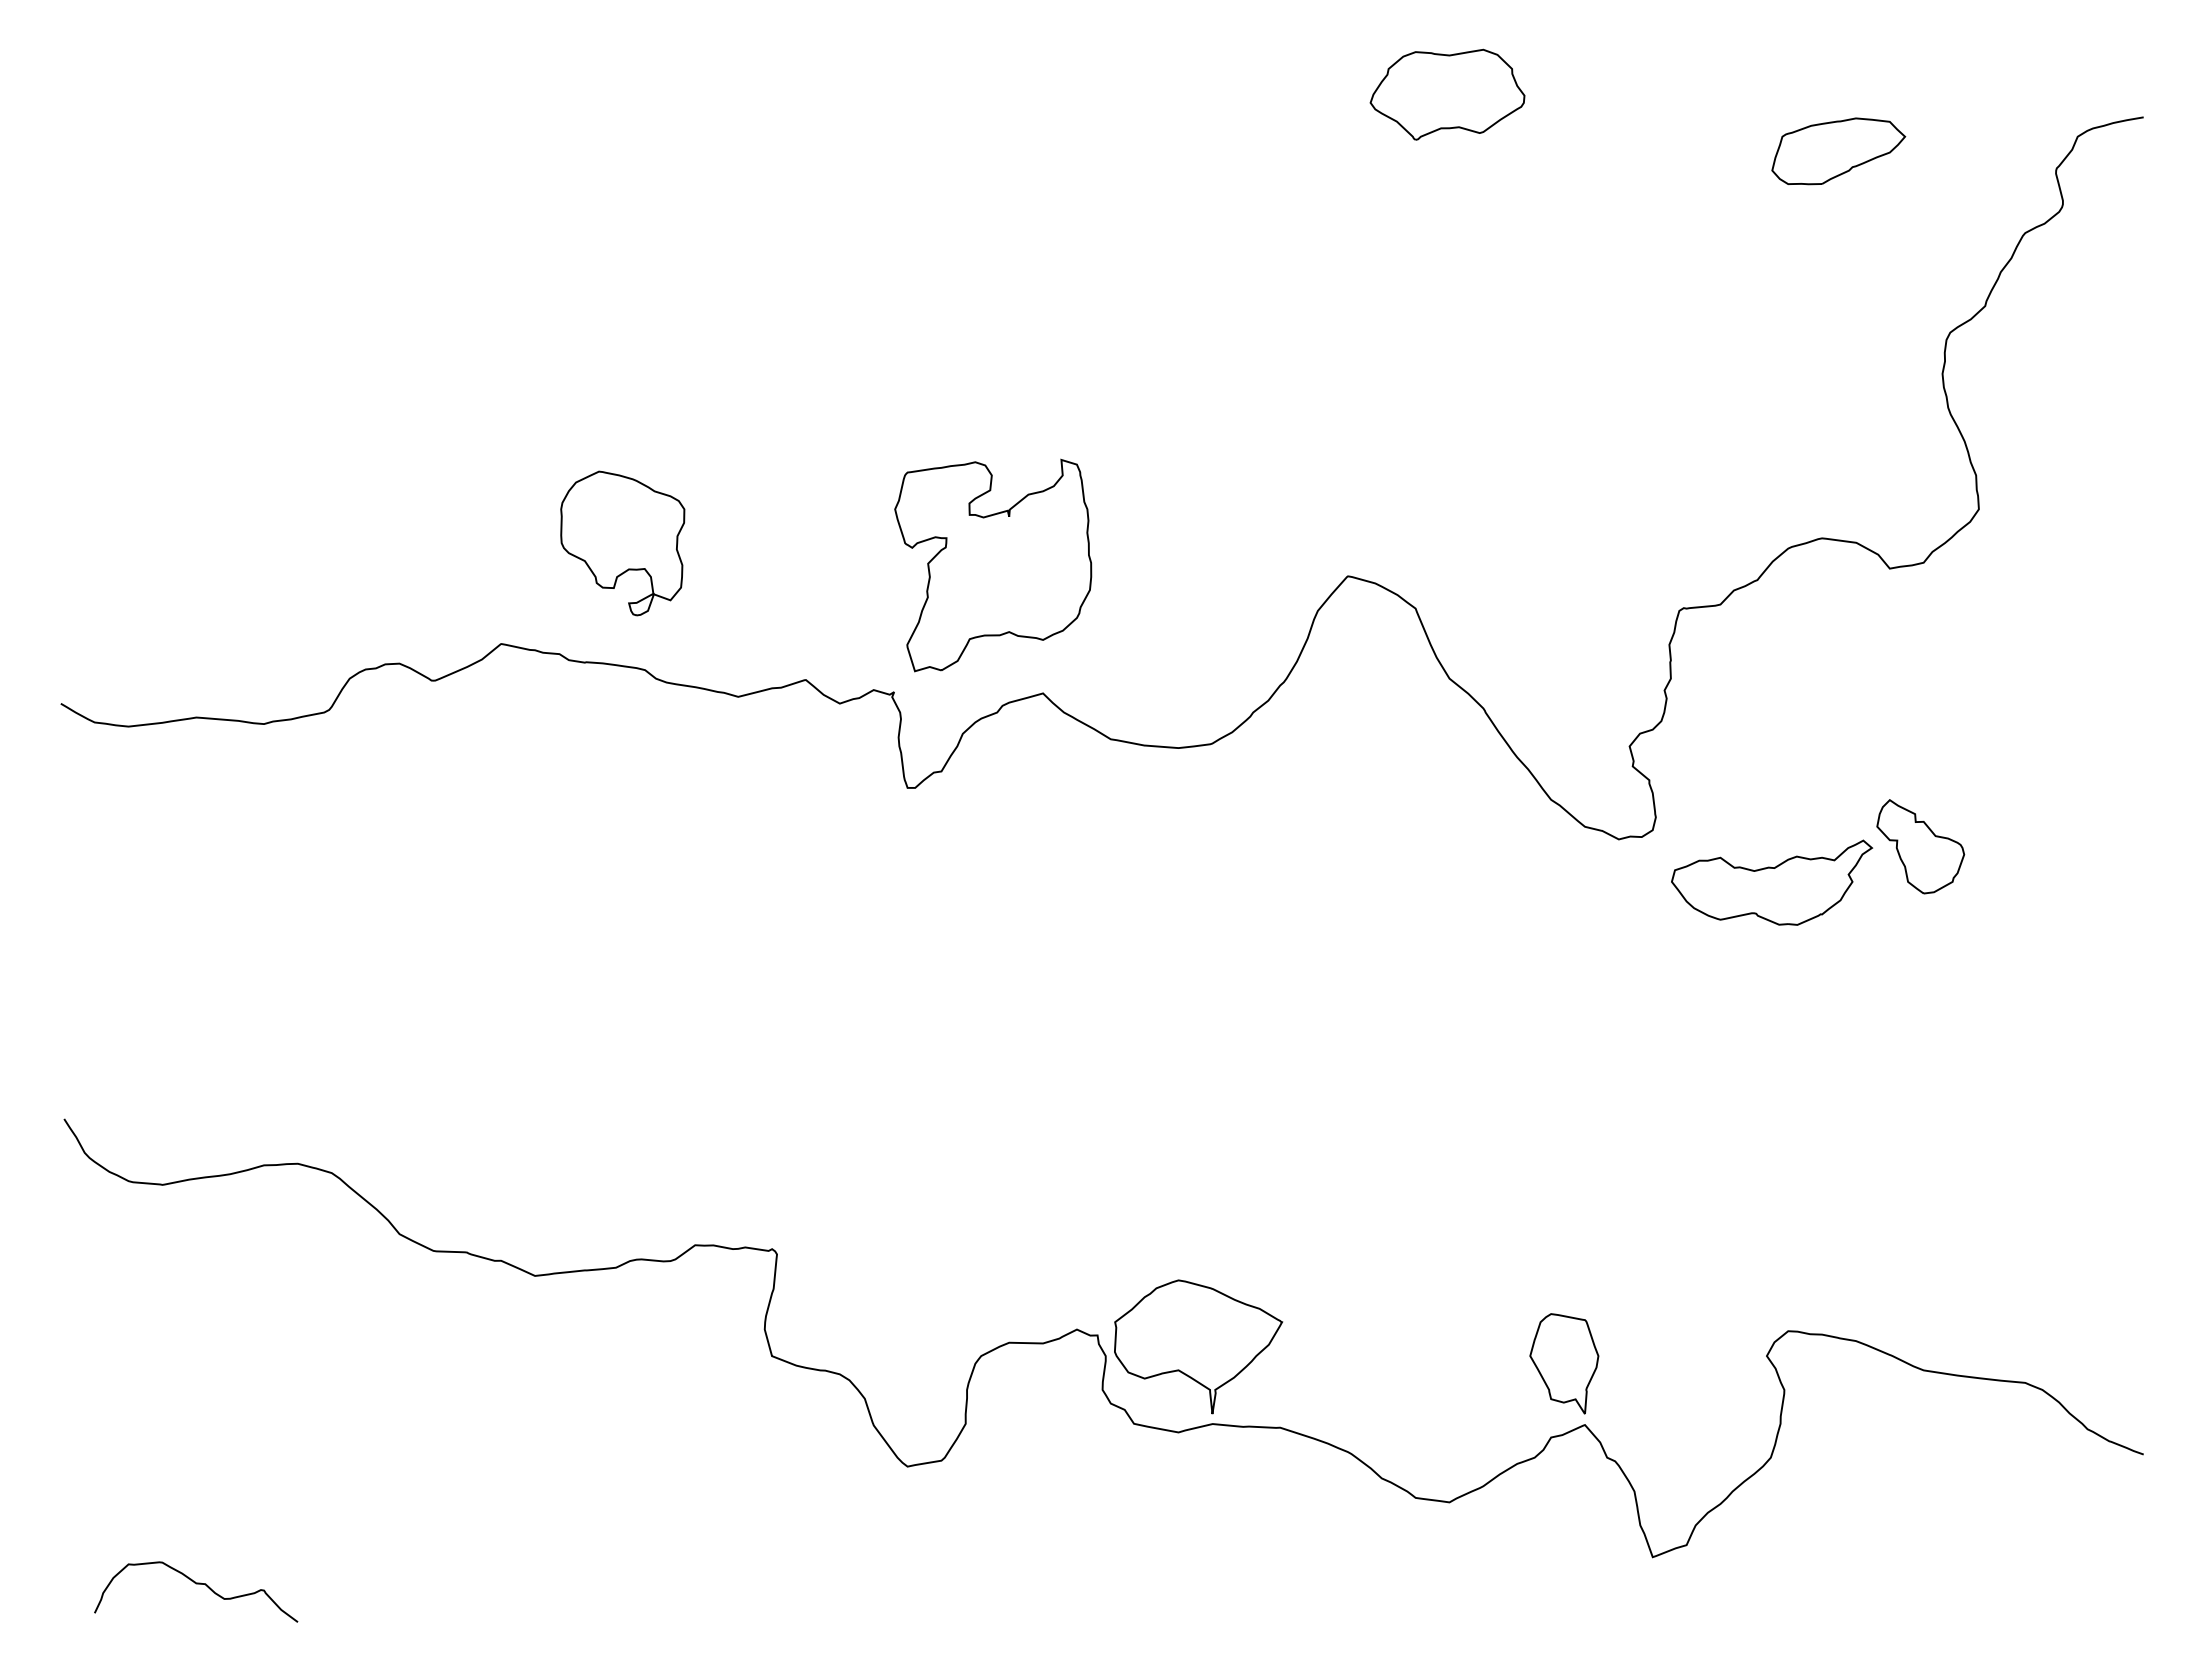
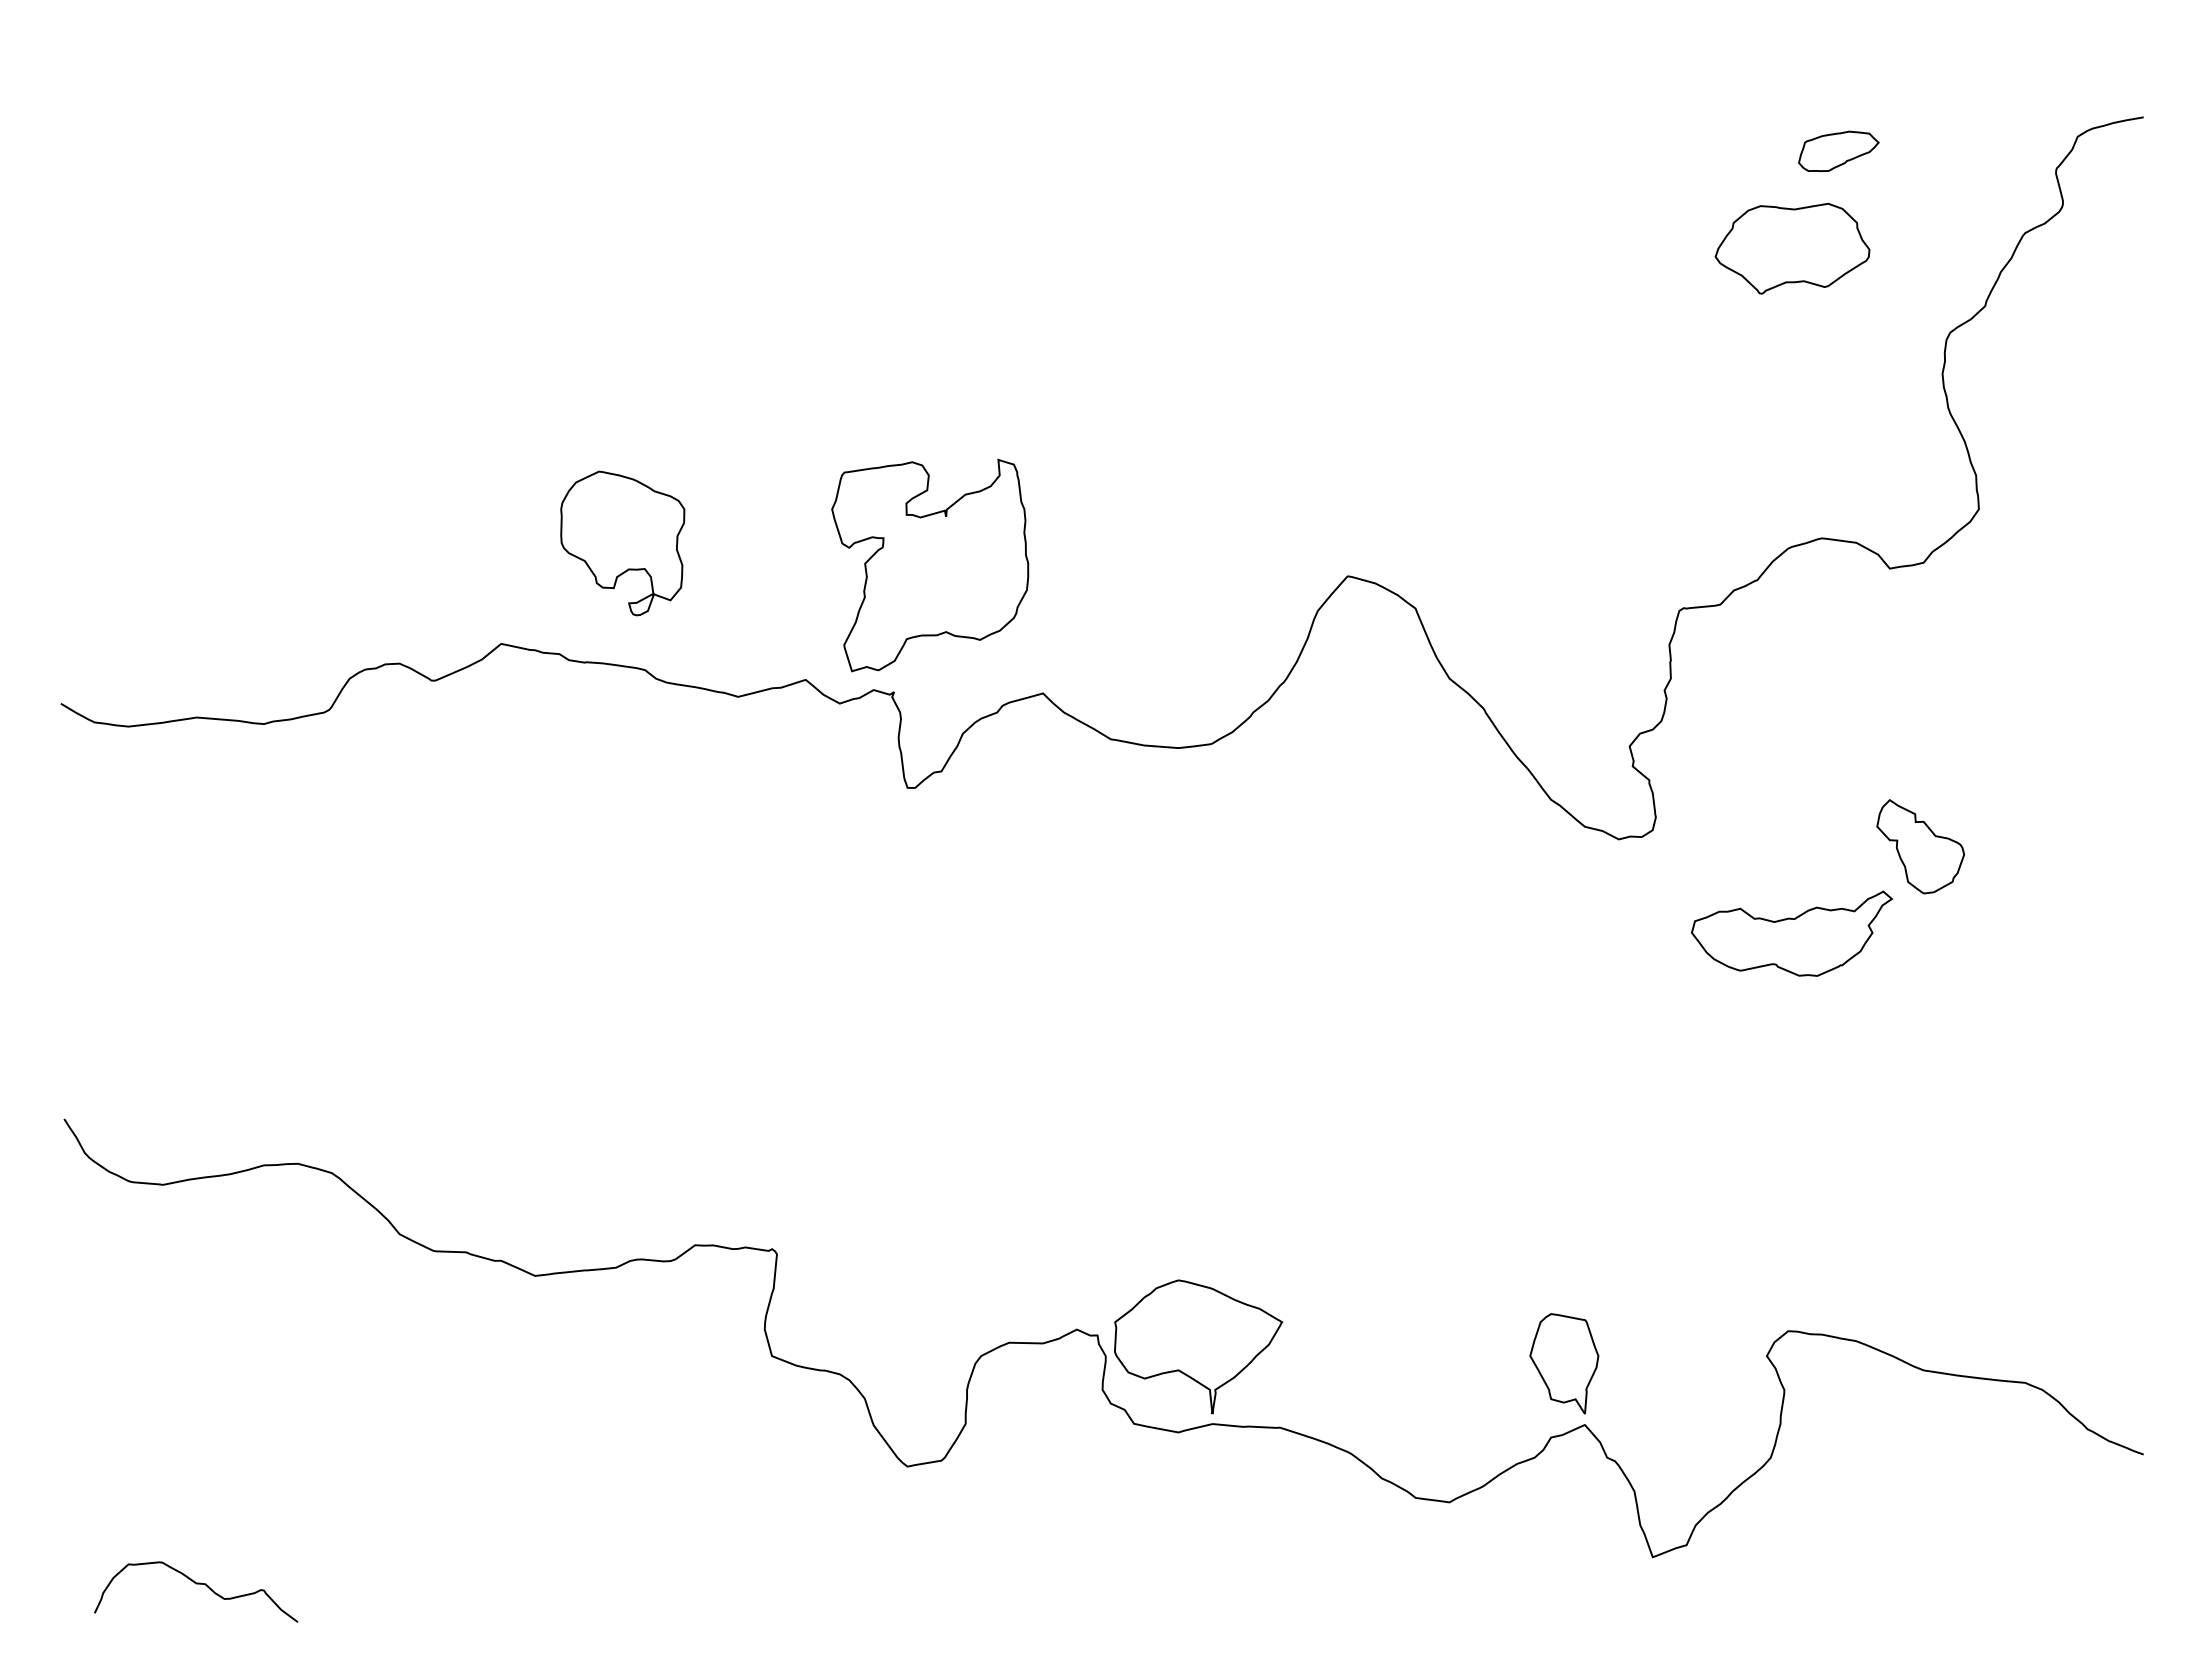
part at (1447, 94) position: (1447, 94) -> (1792, 248)
part at (1838, 151) size: 136x69 px -> 82x42 px
part at (993, 565) position: (993, 565) -> (930, 565)
part at (1772, 882) position: (1772, 882) -> (1792, 933)
